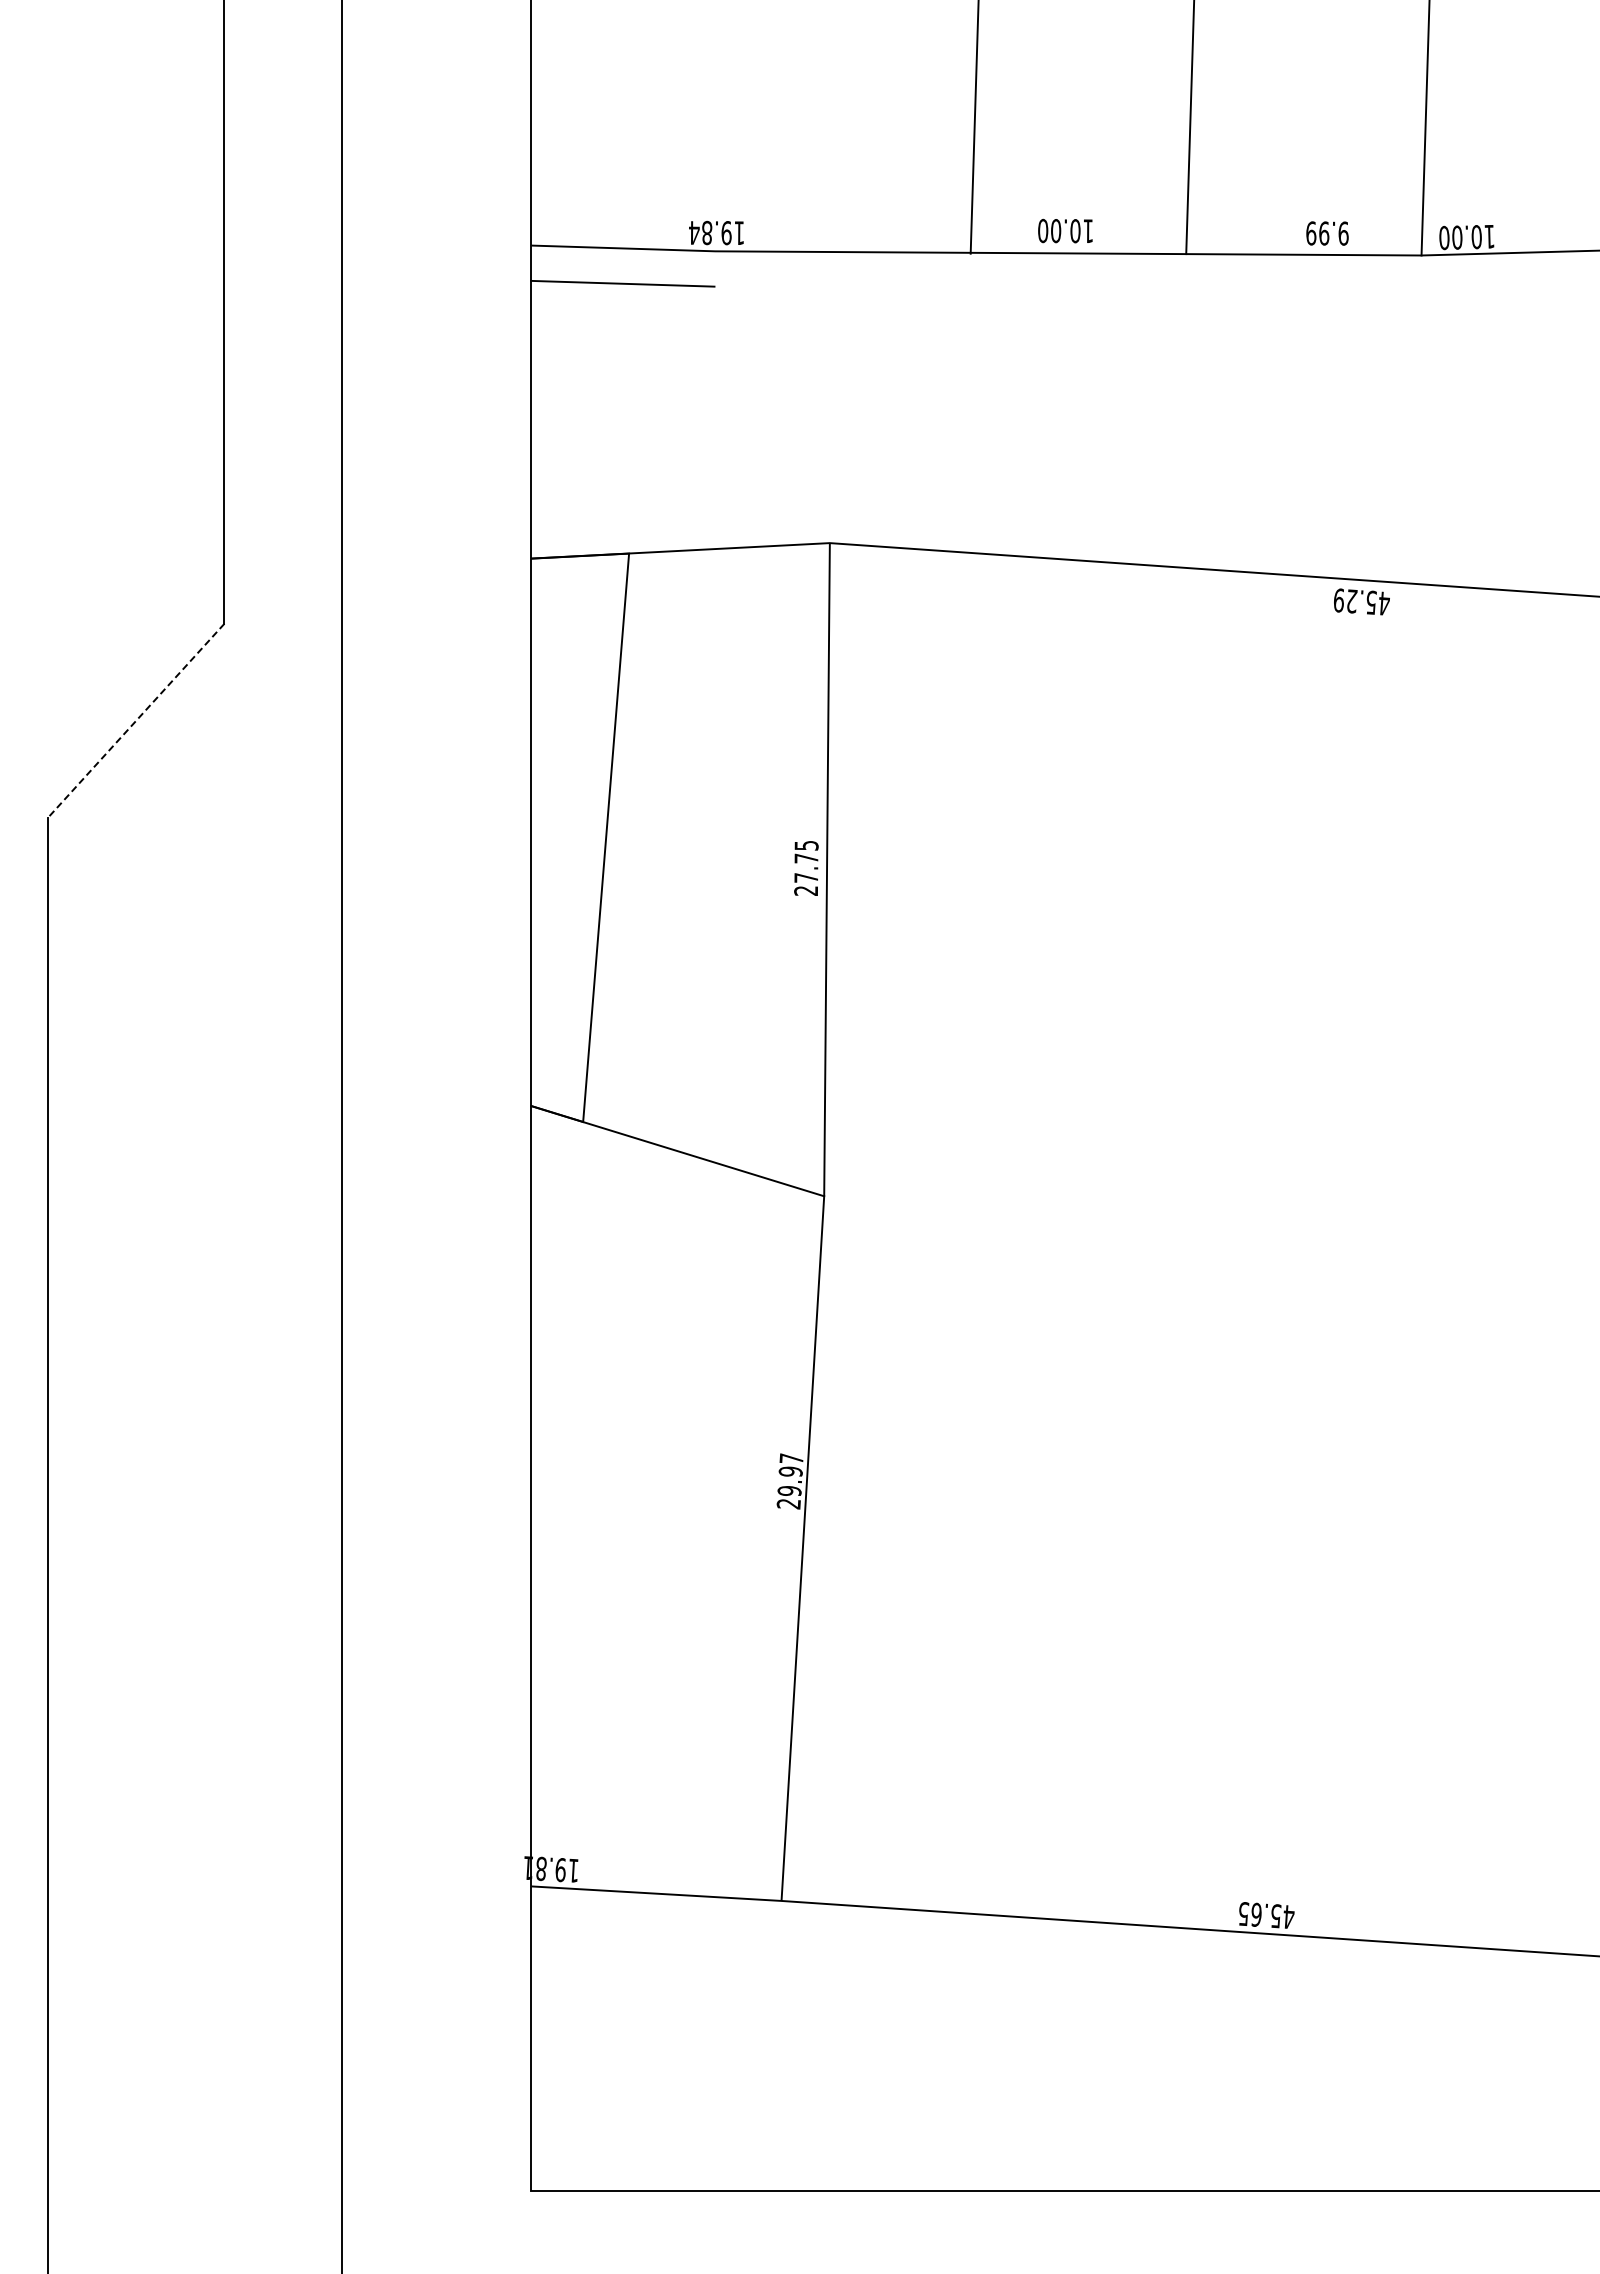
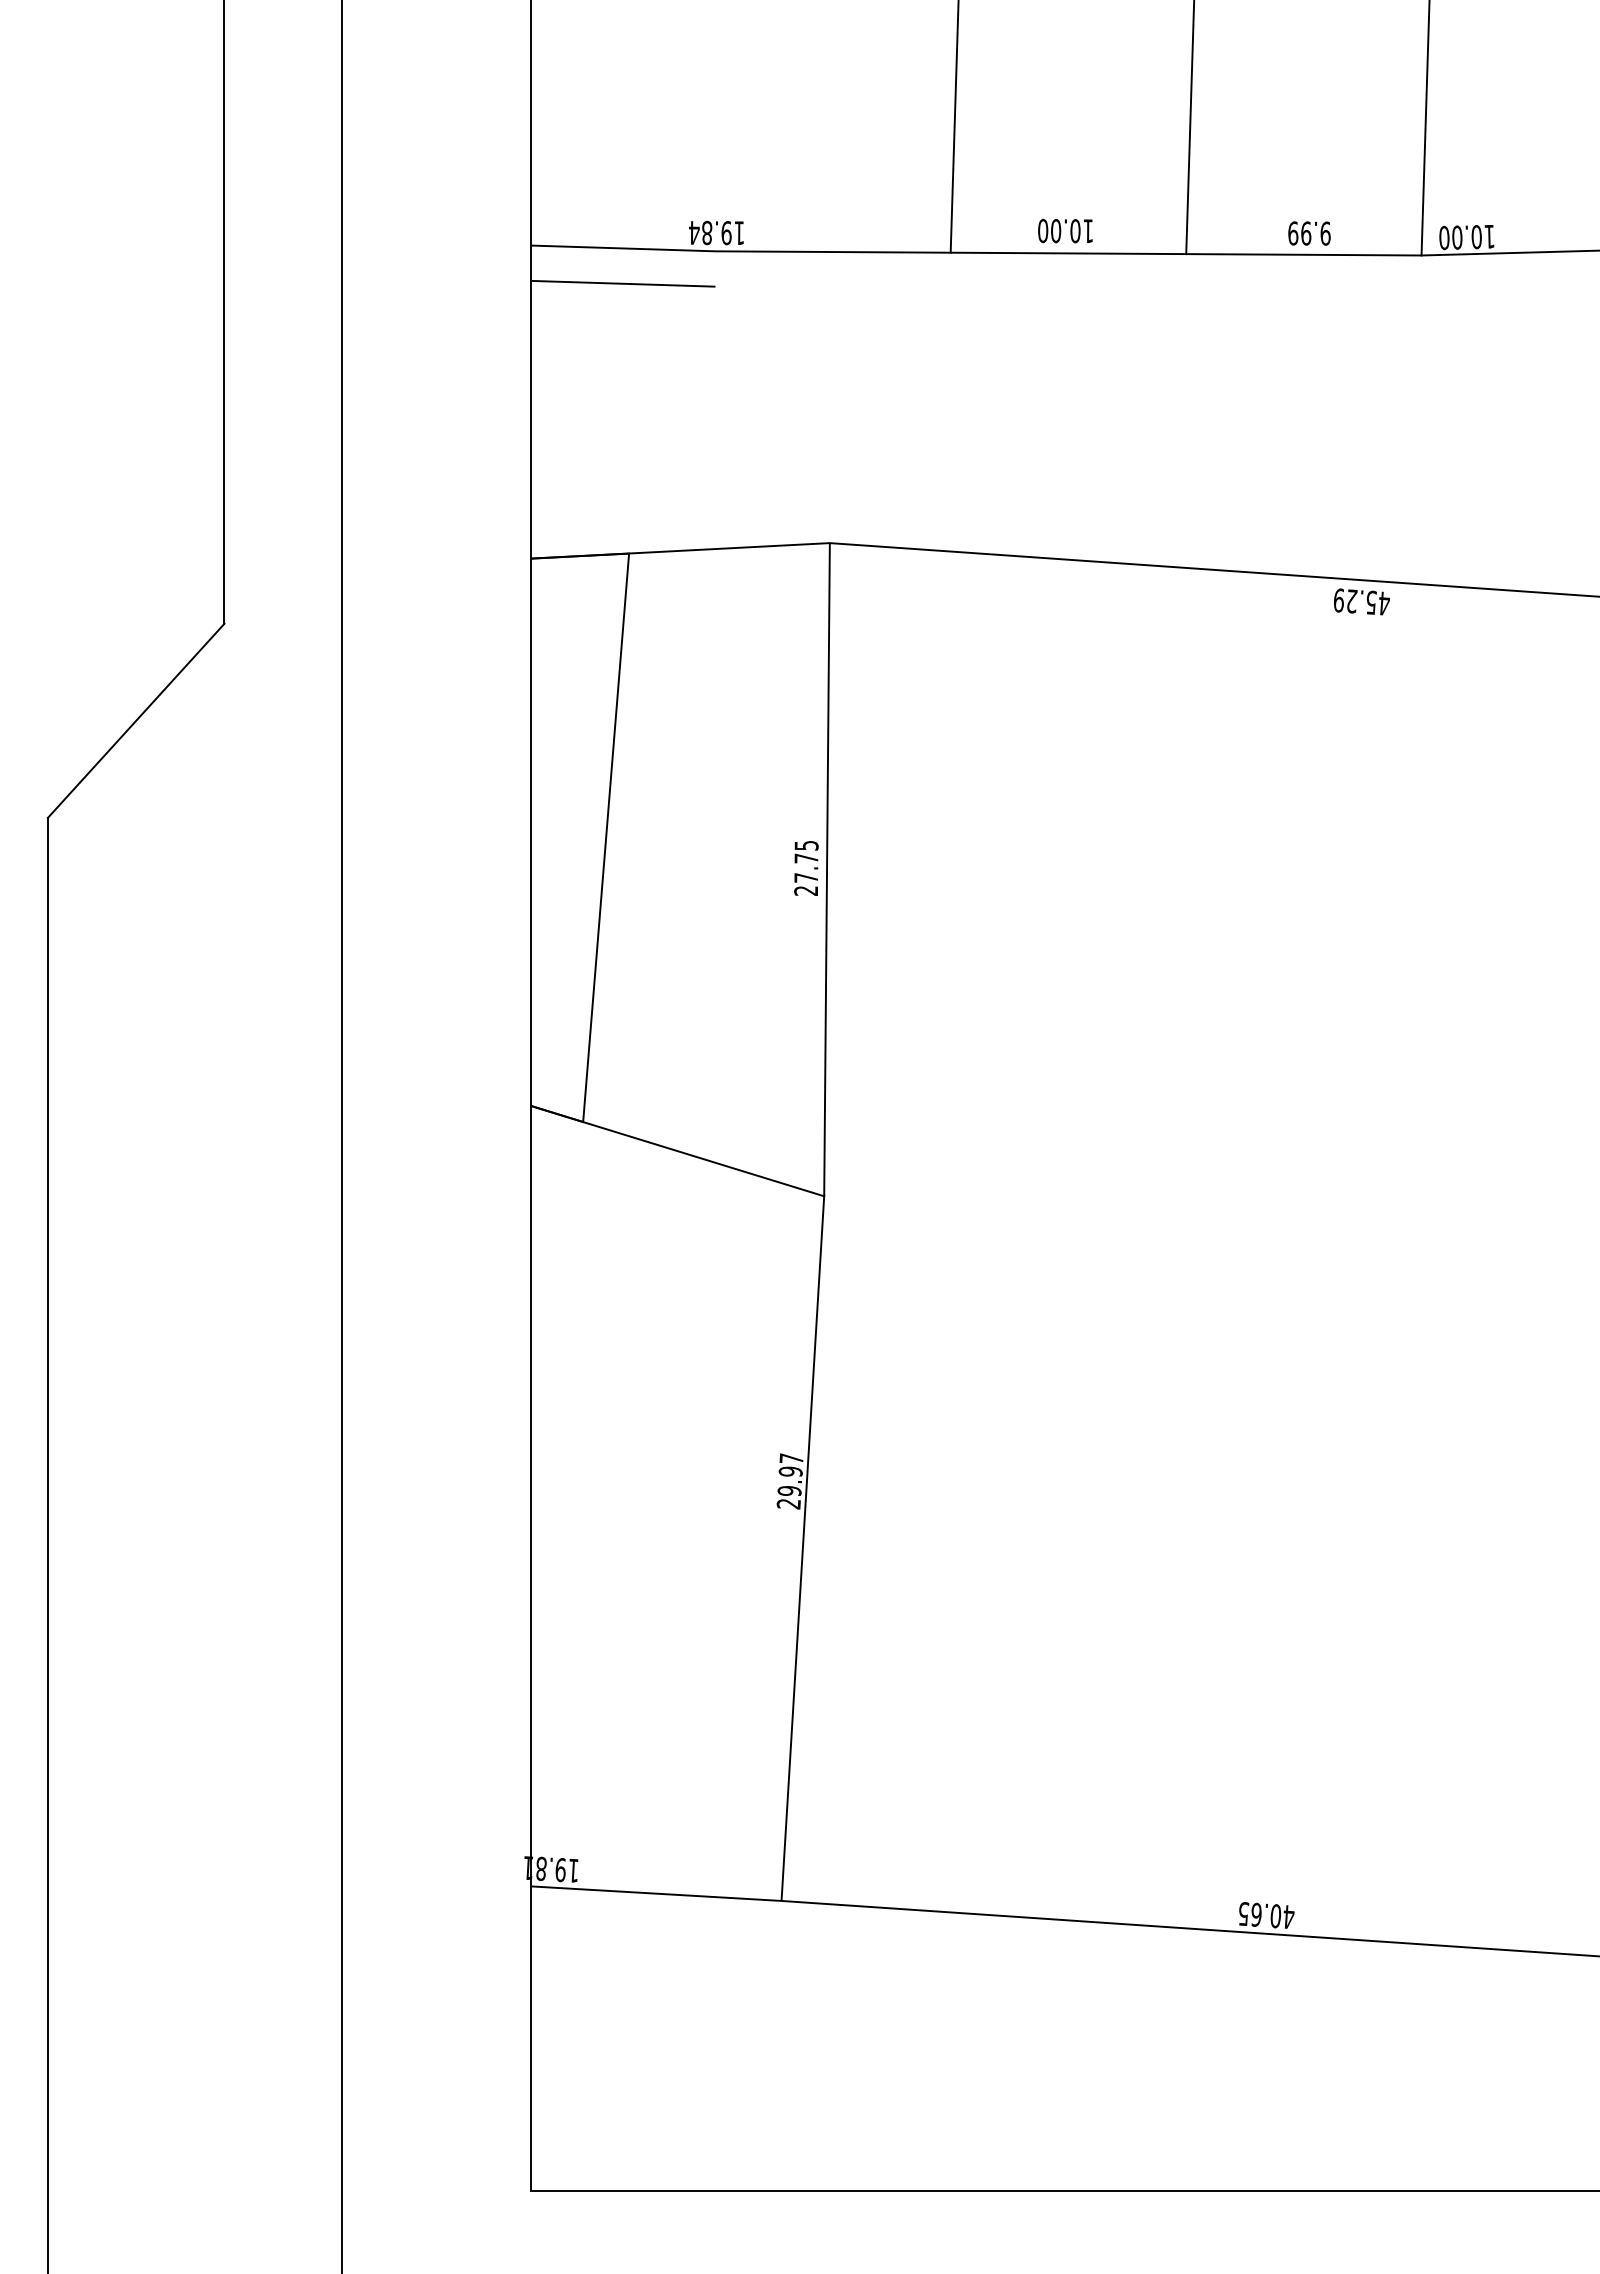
line at (974, 127) position: (974, 127) -> (954, 127)
text at (1327, 233) position: (1327, 233) -> (1309, 233)
line at (135, 721): dashed -> solid
text at (1275, 1916): 45.65 -> 40.65
